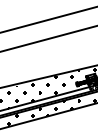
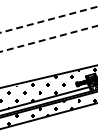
line at (49, 19): solid -> dashed
line at (49, 38): solid -> dashed
